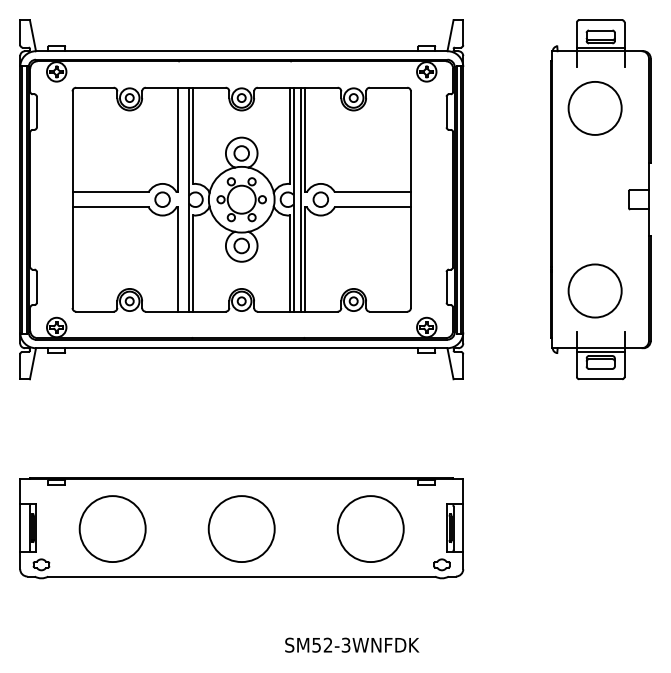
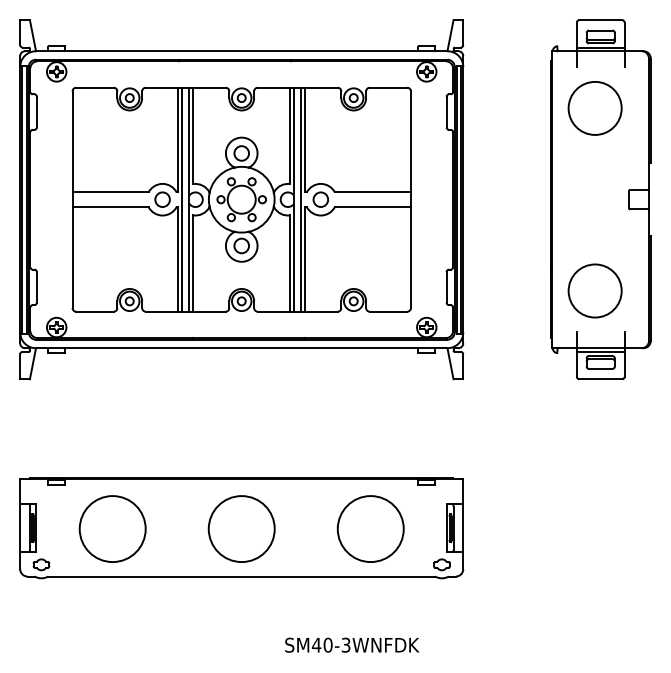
line at (181, 199): none -> present
text at (321, 644): SM52-3WNFDK -> SM40-3WNFDK
